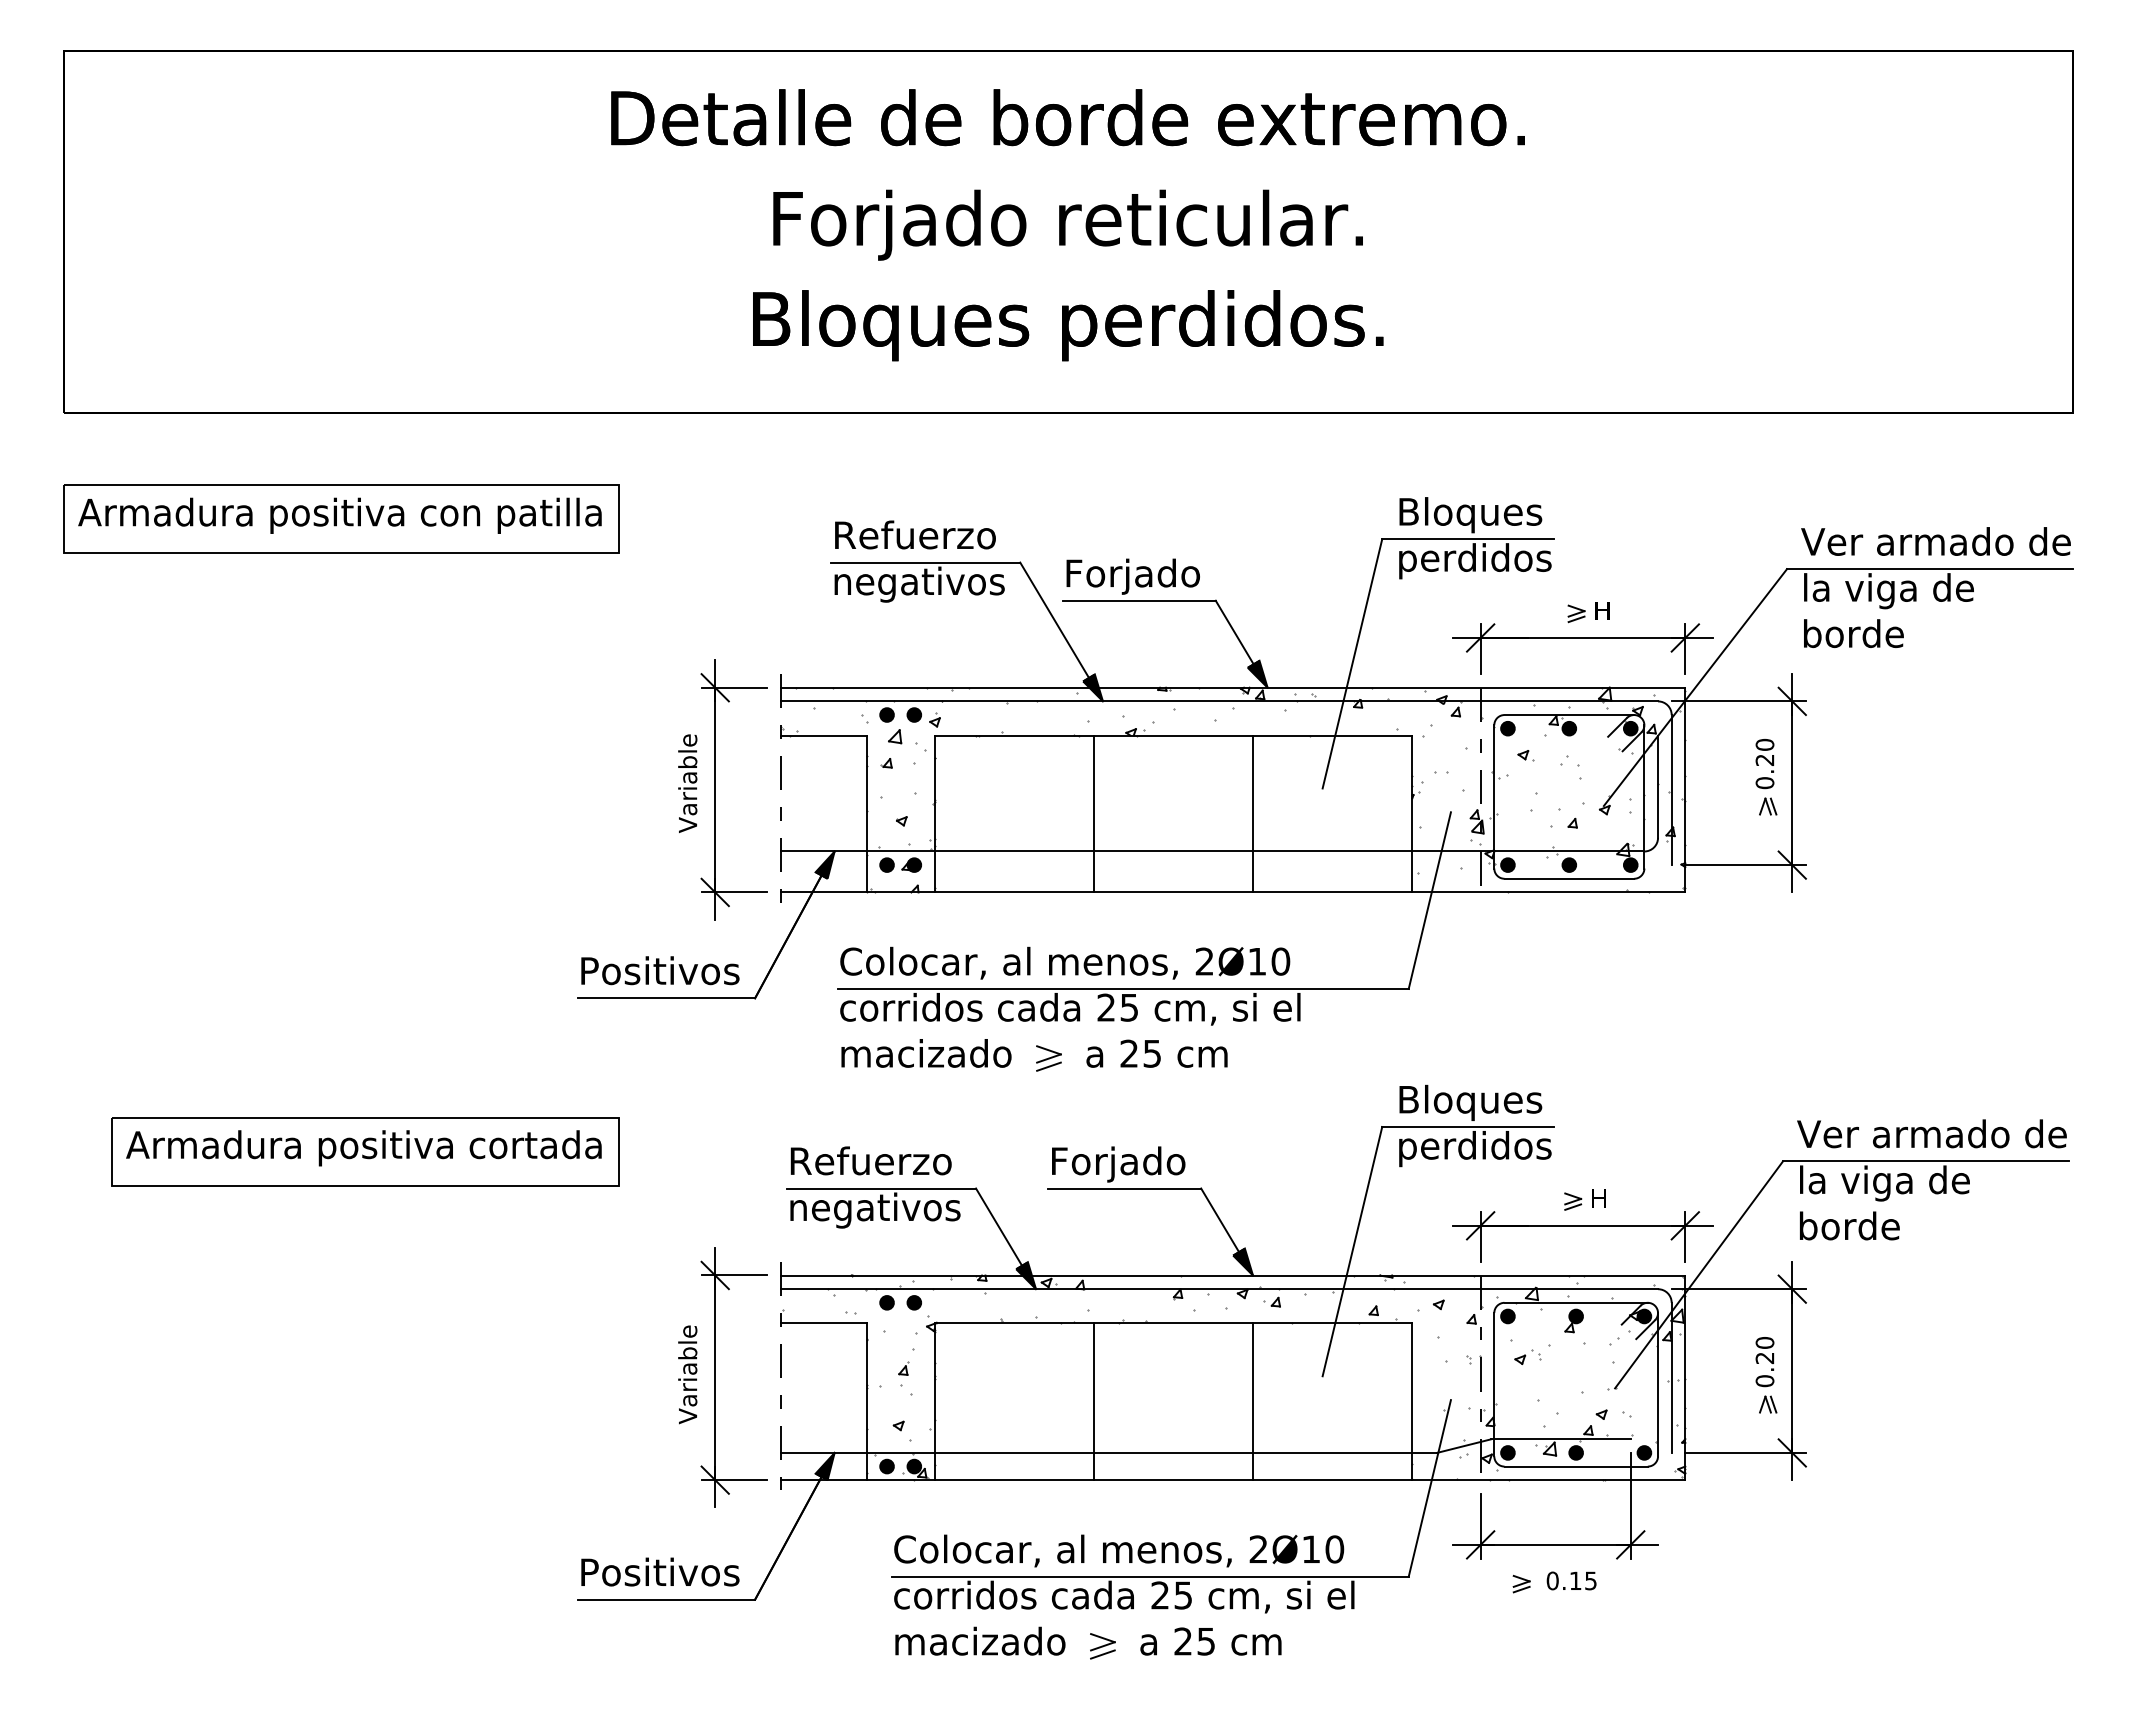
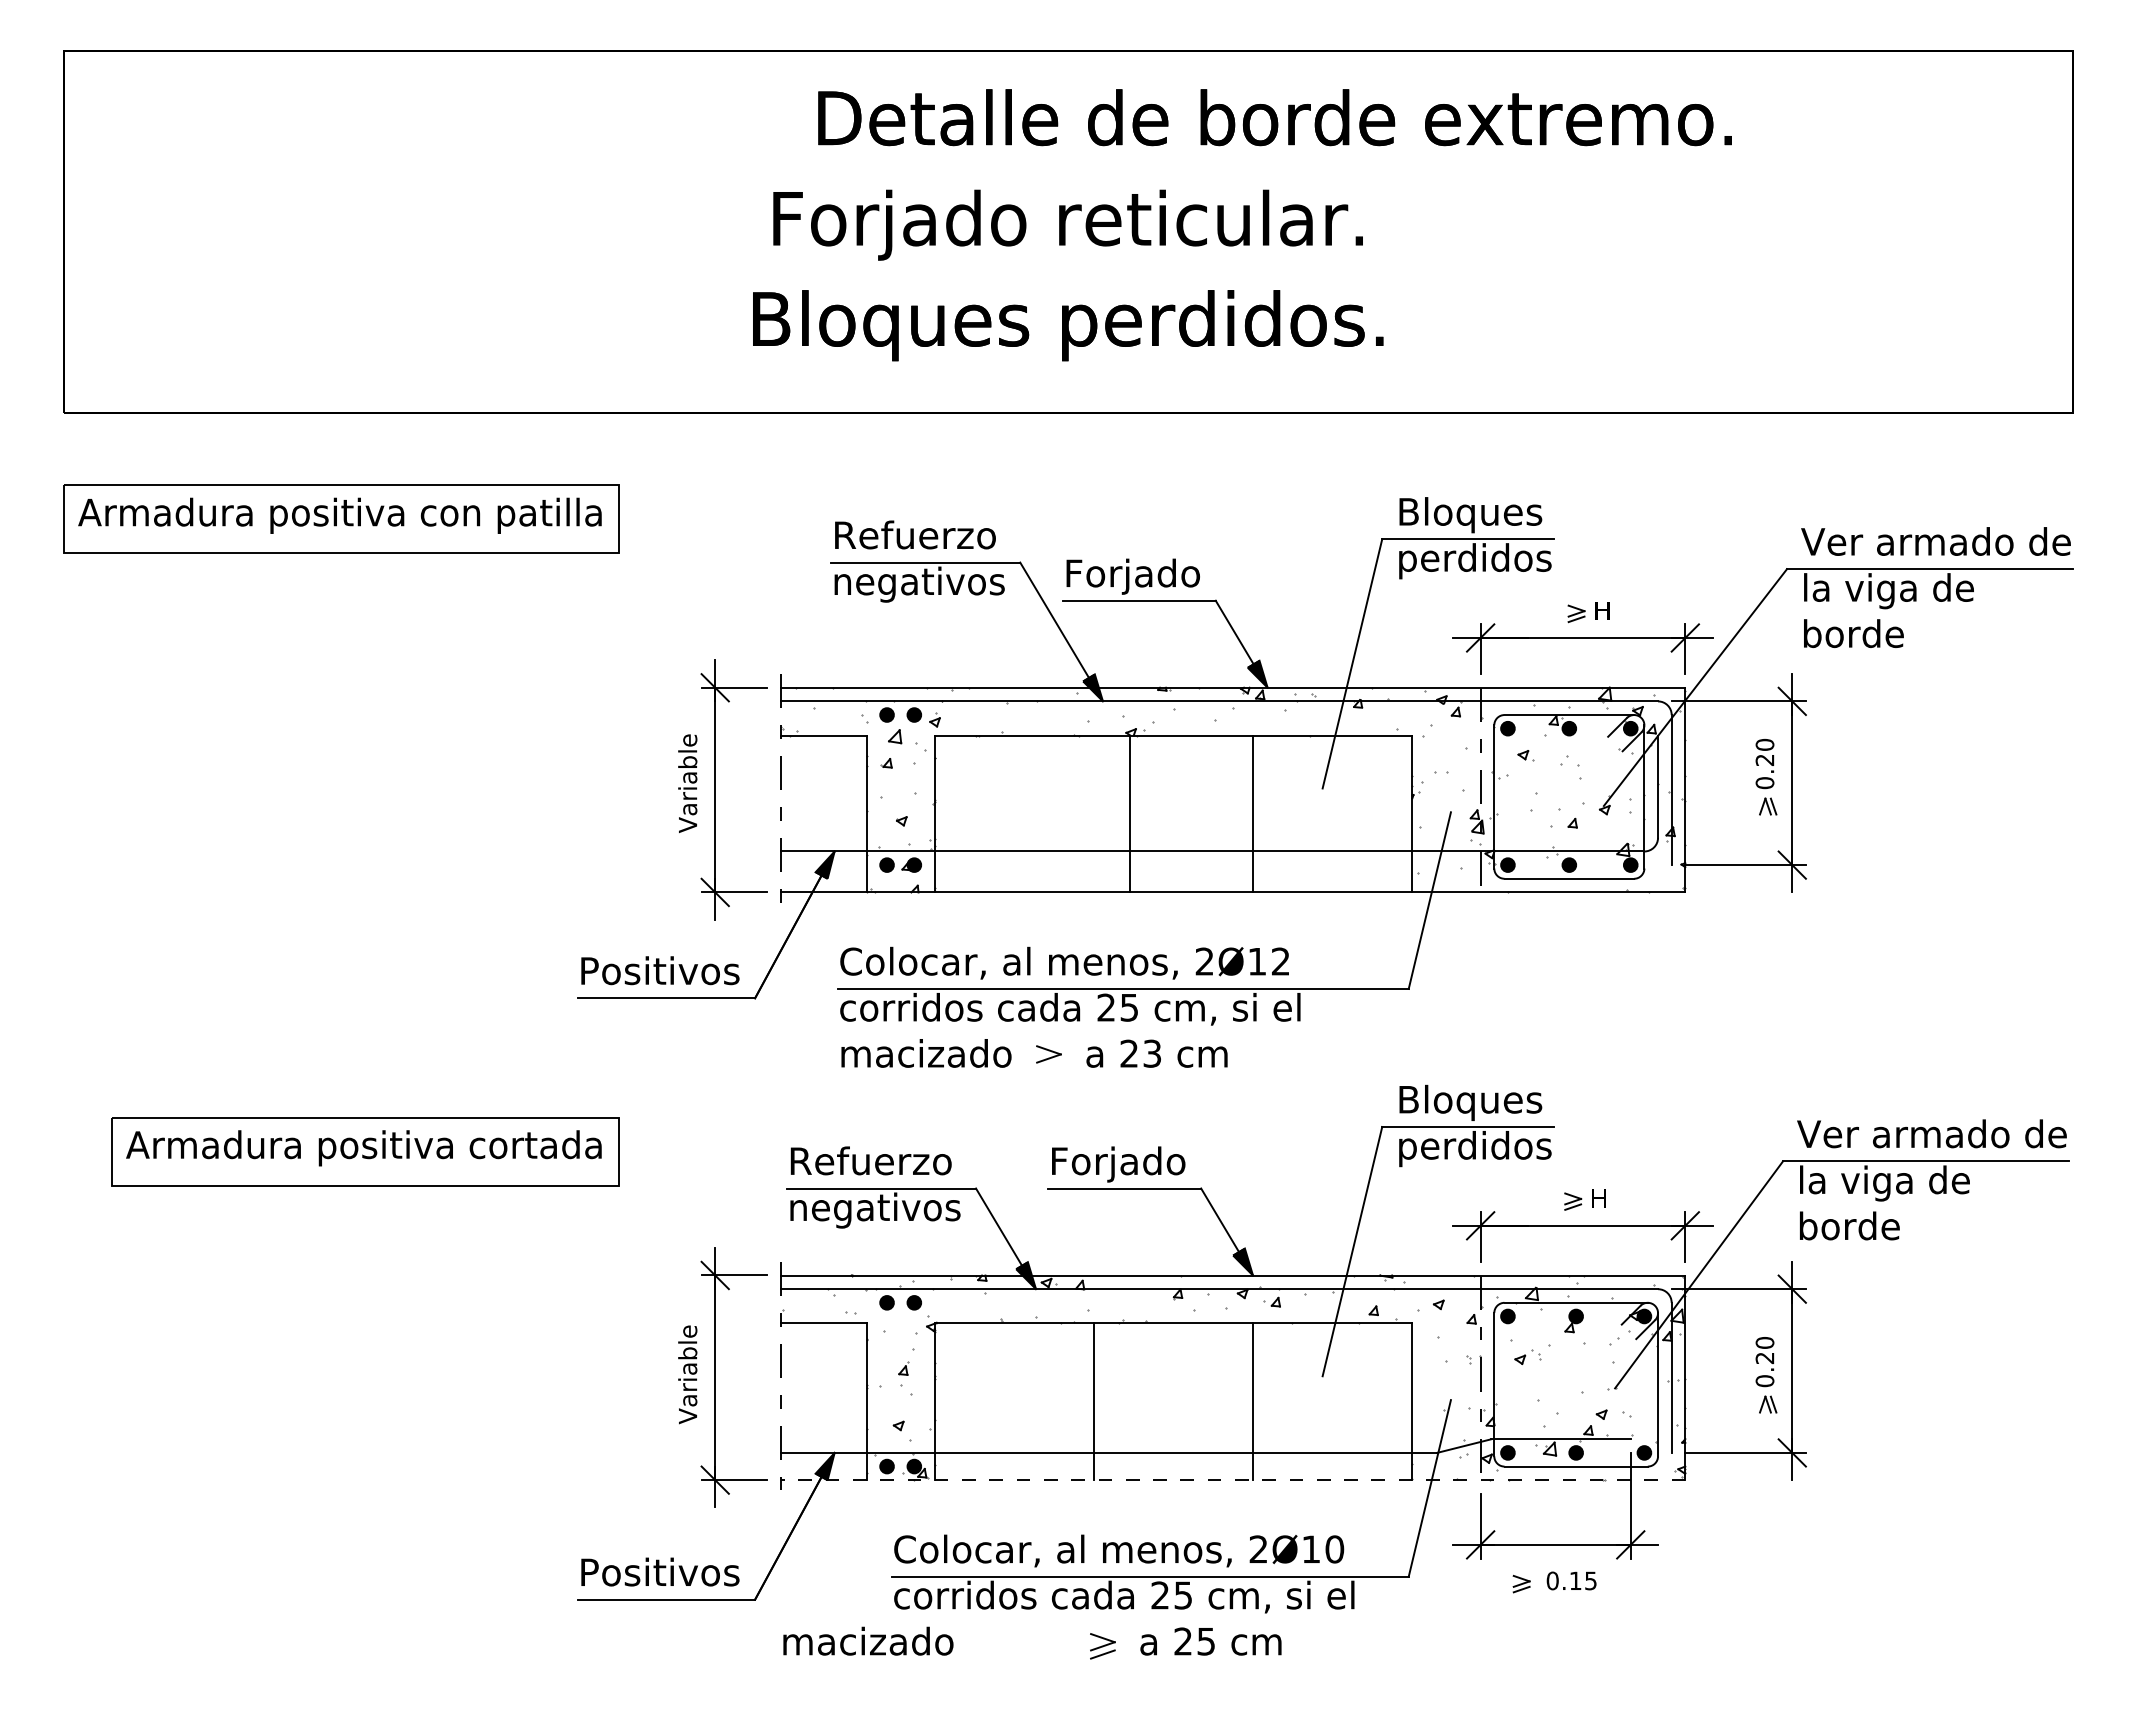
text at (1067, 117) position: (1067, 117) -> (1274, 117)
line at (1094, 813) position: (1094, 813) -> (1130, 813)
text at (1280, 961): 2Ø10 -> 2Ø12
text at (1152, 1053): 25 -> 23
line at (1048, 1066): present -> none
line at (1232, 1480): solid -> dashed
text at (980, 1640) position: (980, 1640) -> (868, 1640)
